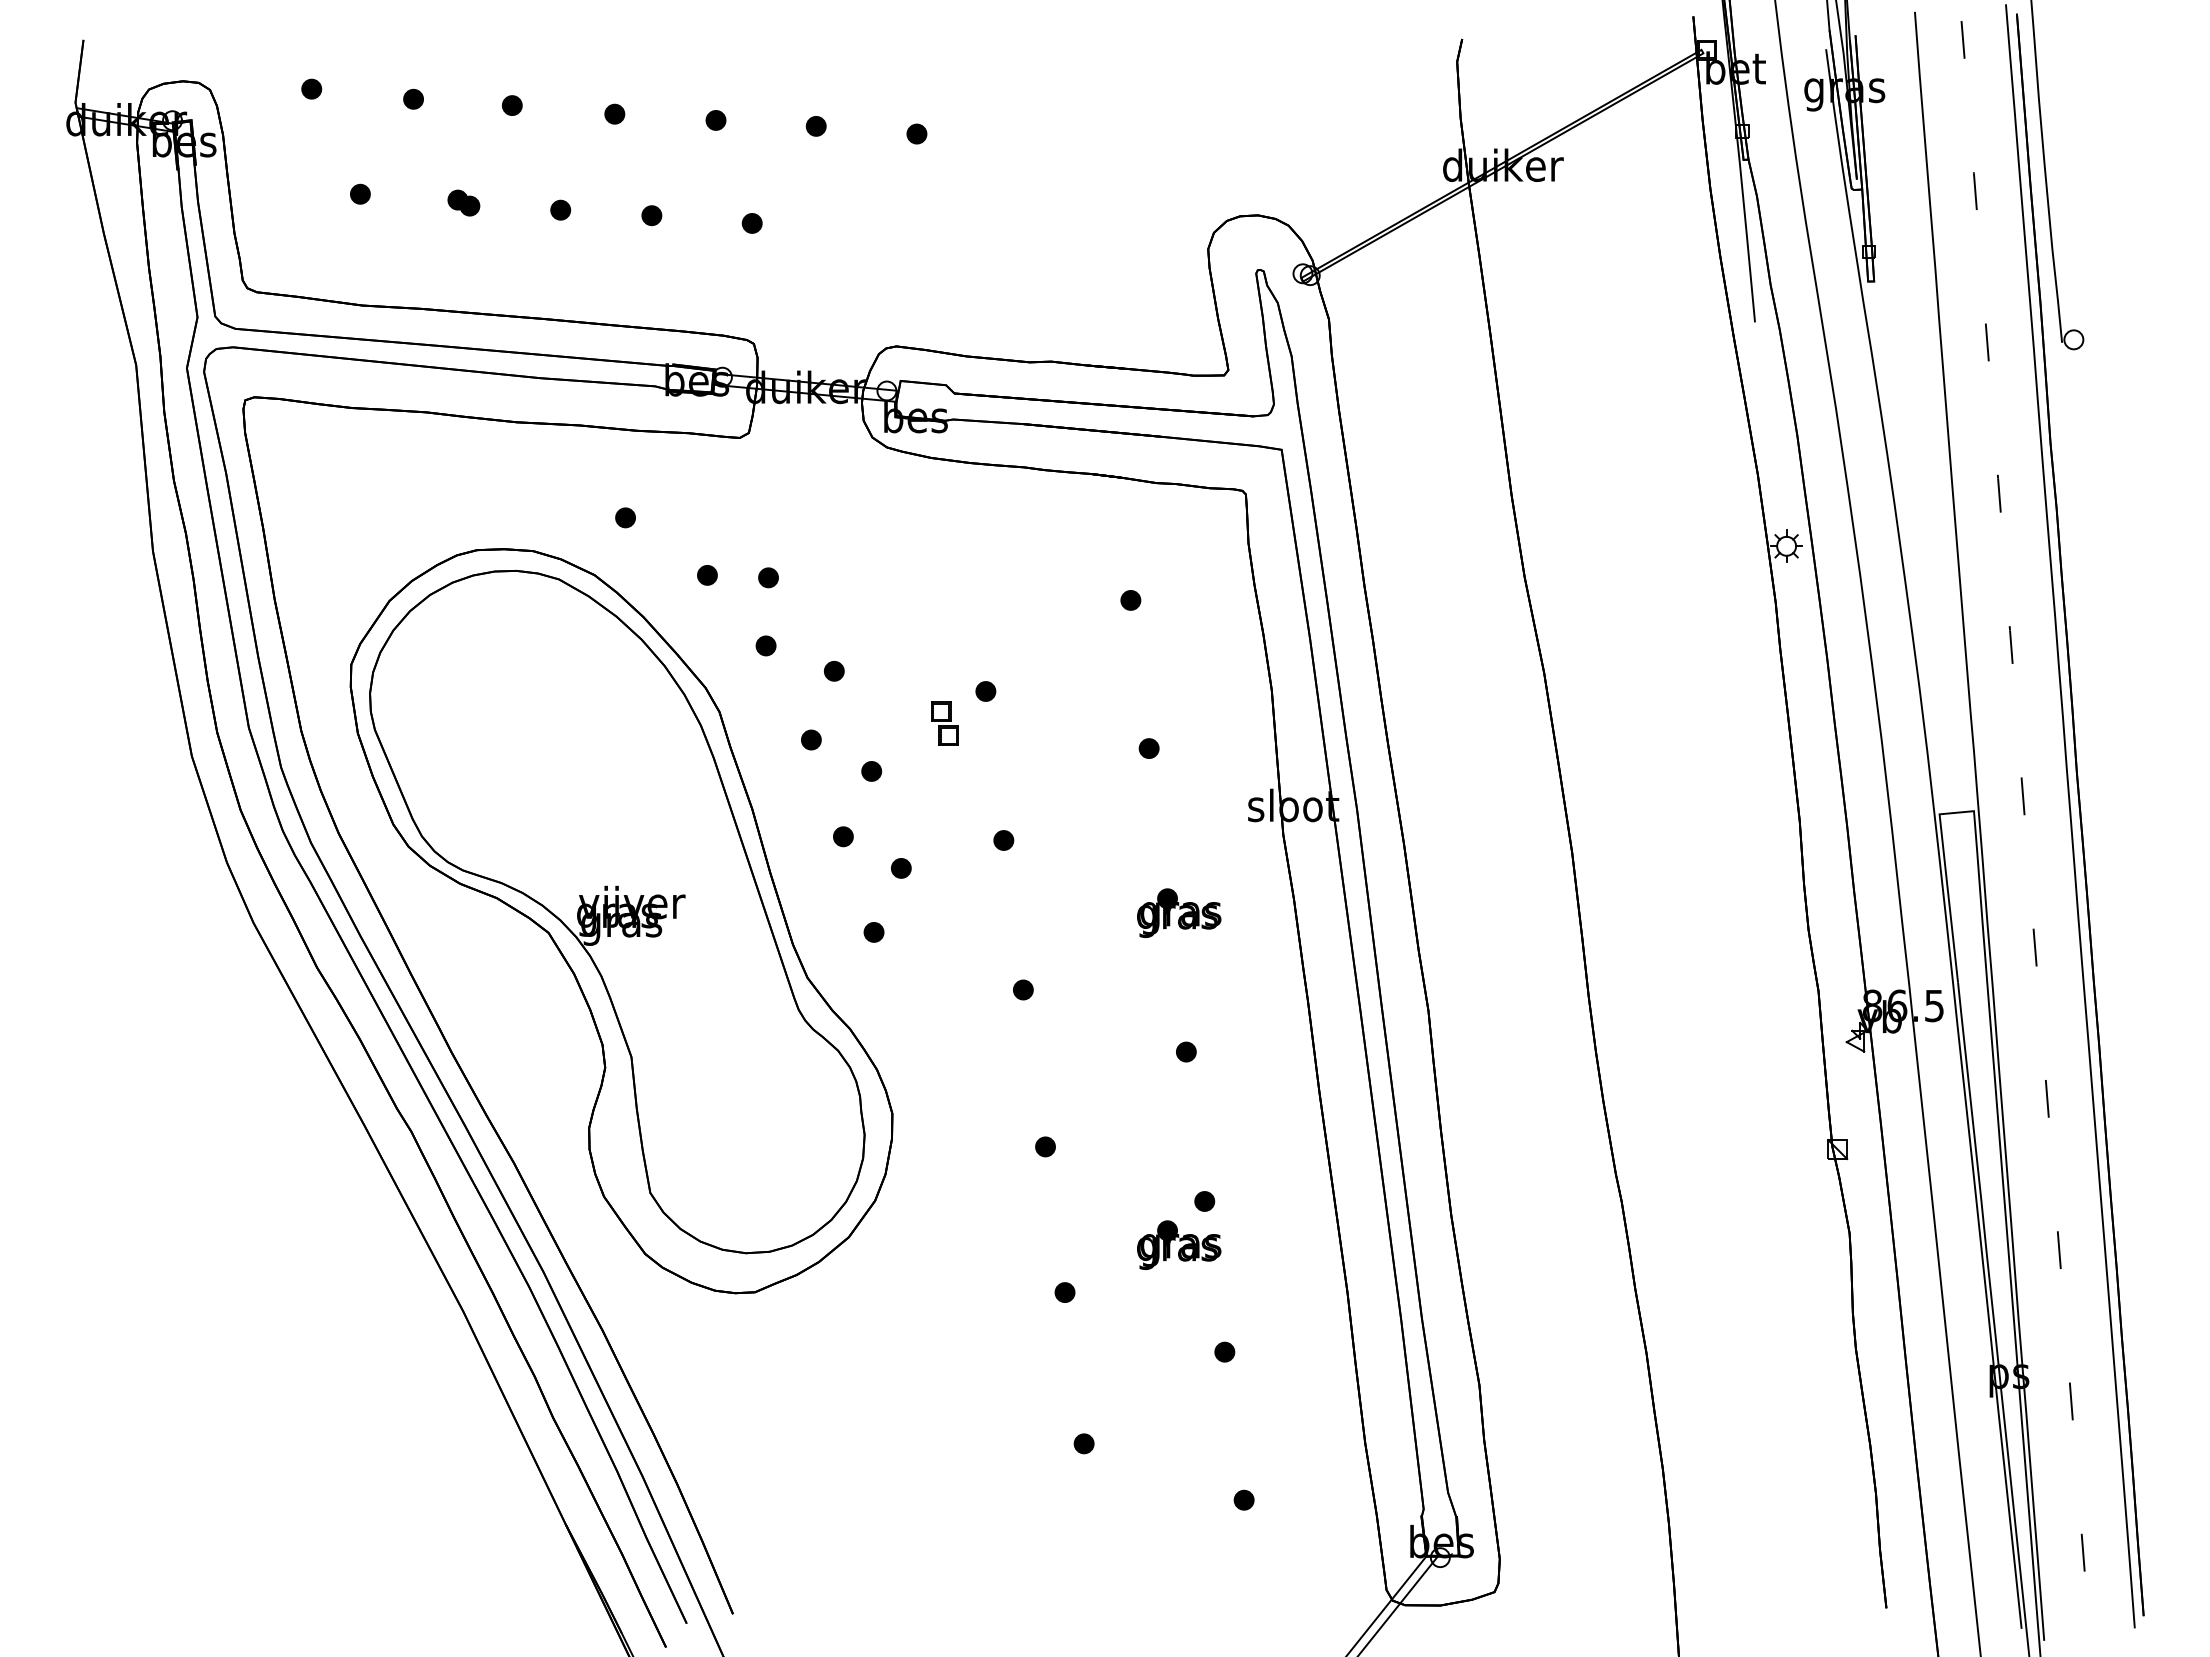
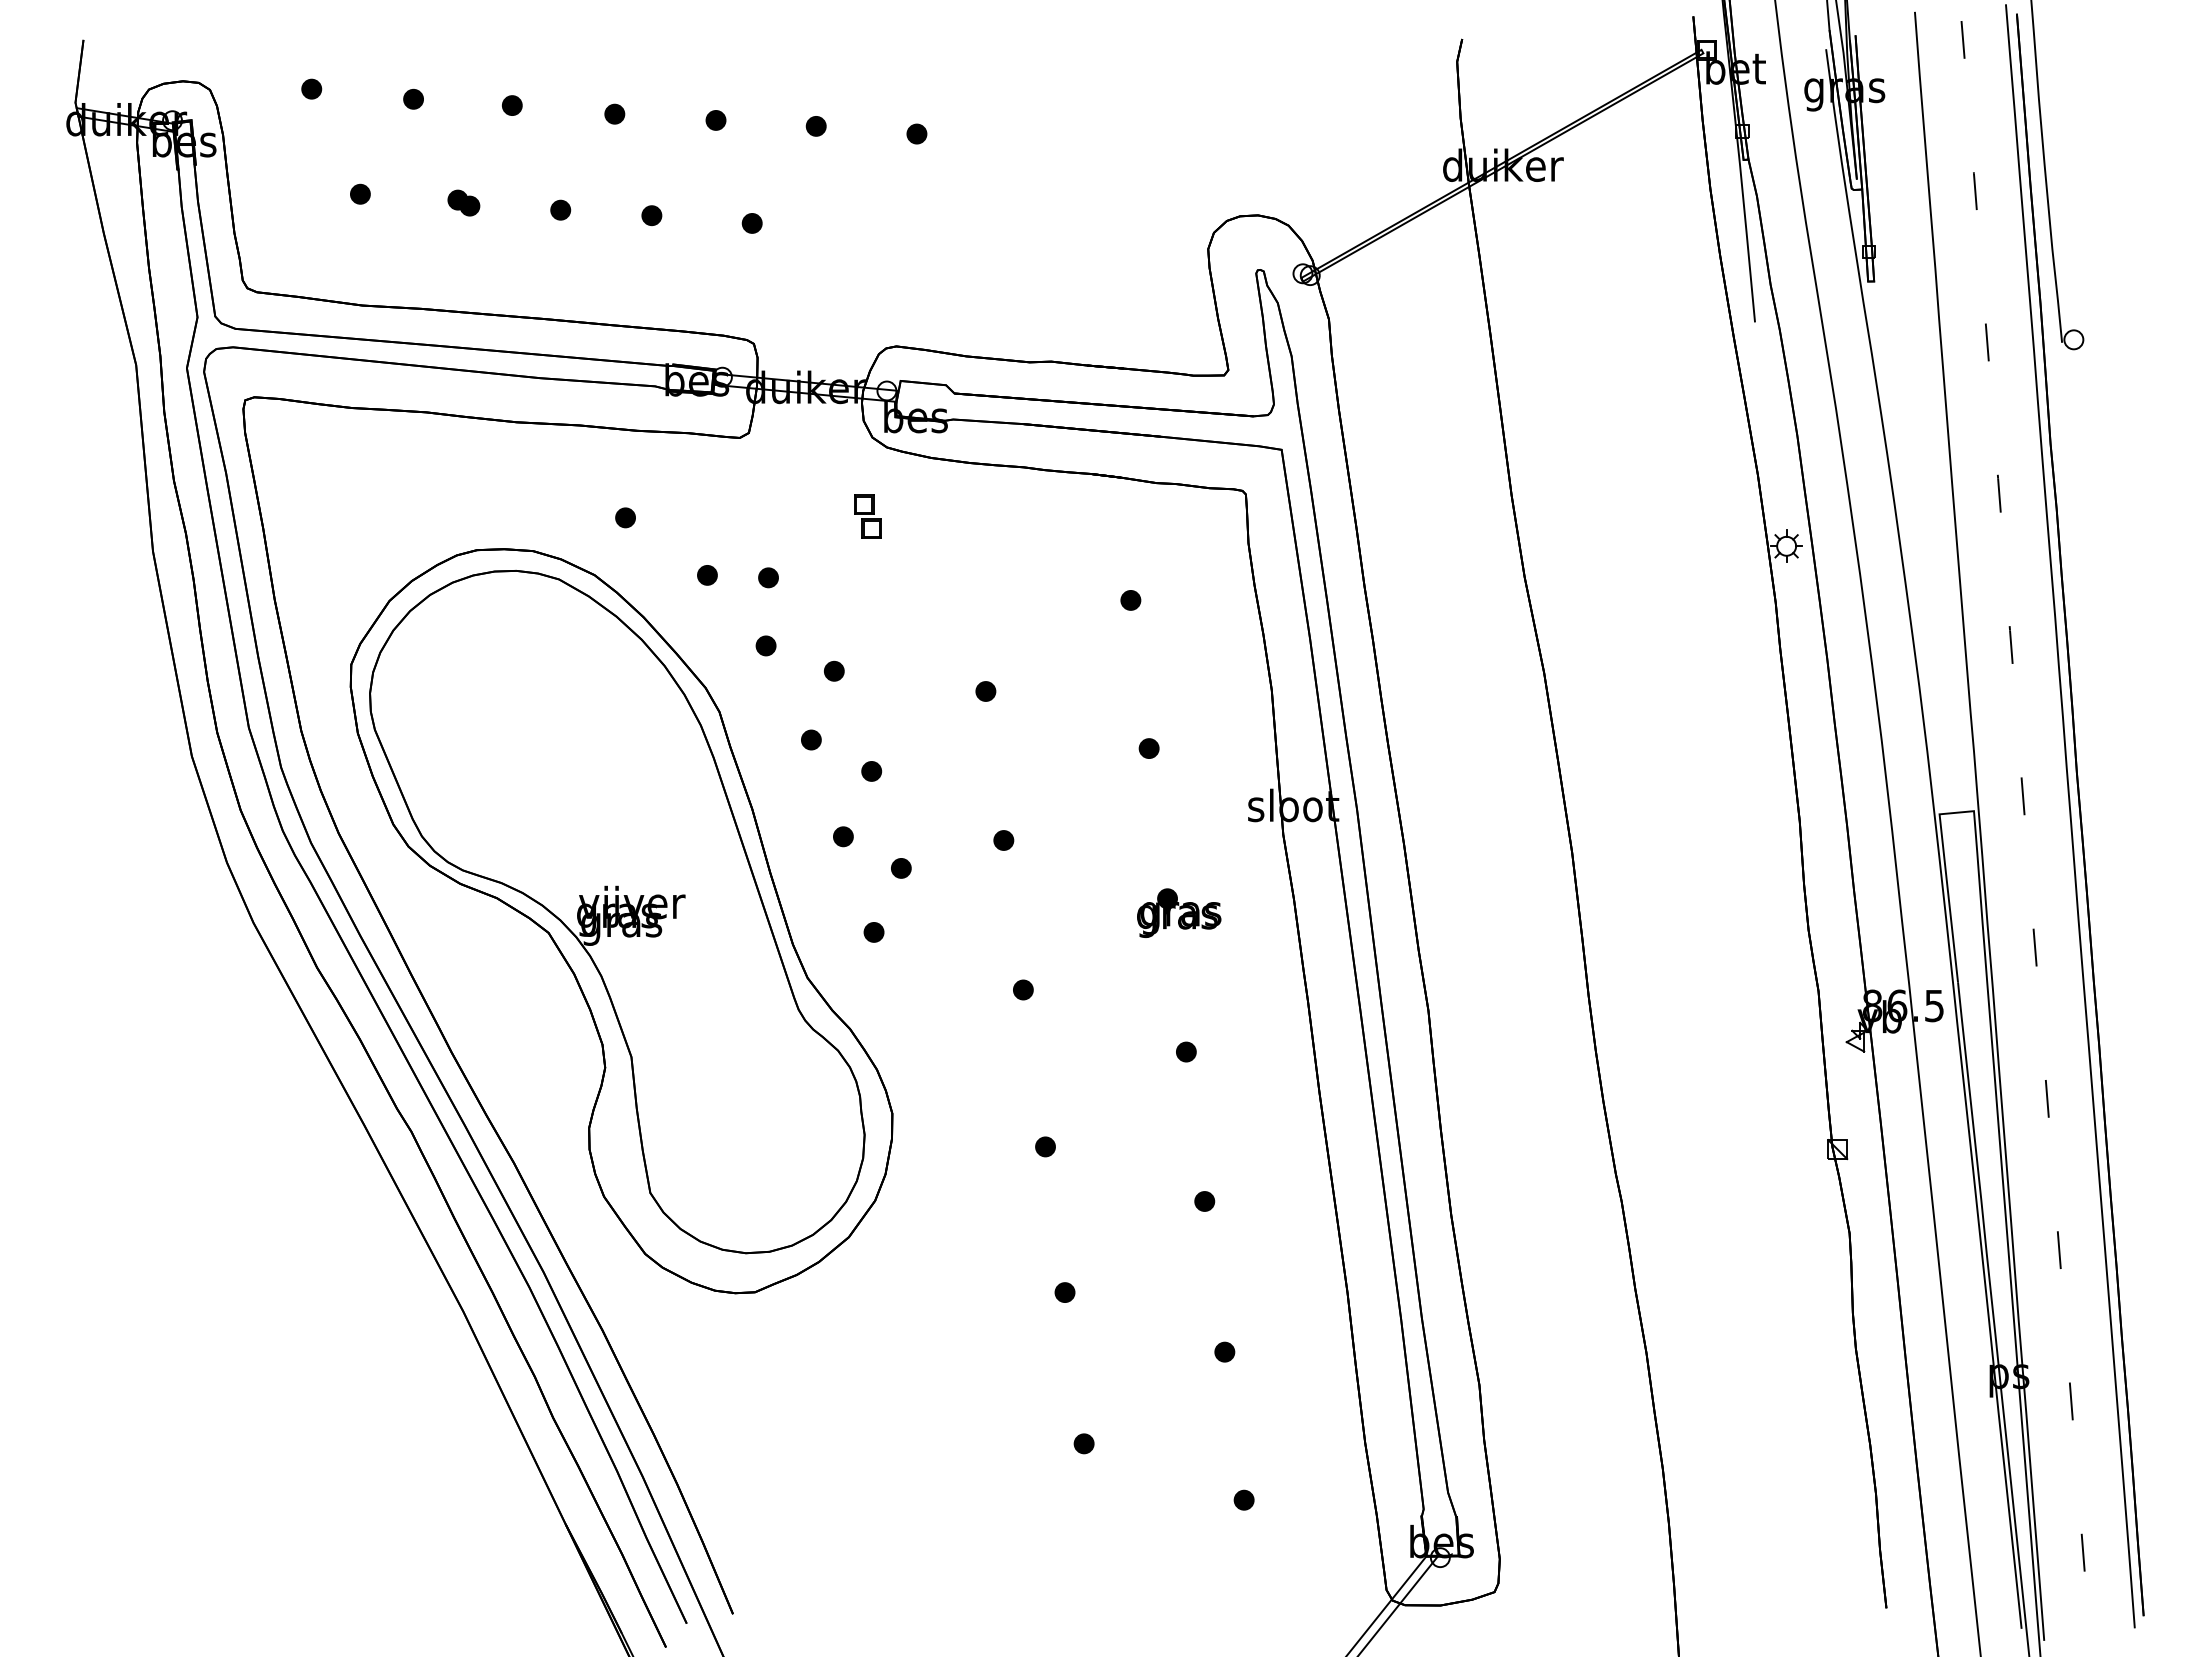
part at (944, 723) position: (944, 723) -> (867, 516)
part at (1179, 1244): present -> none
